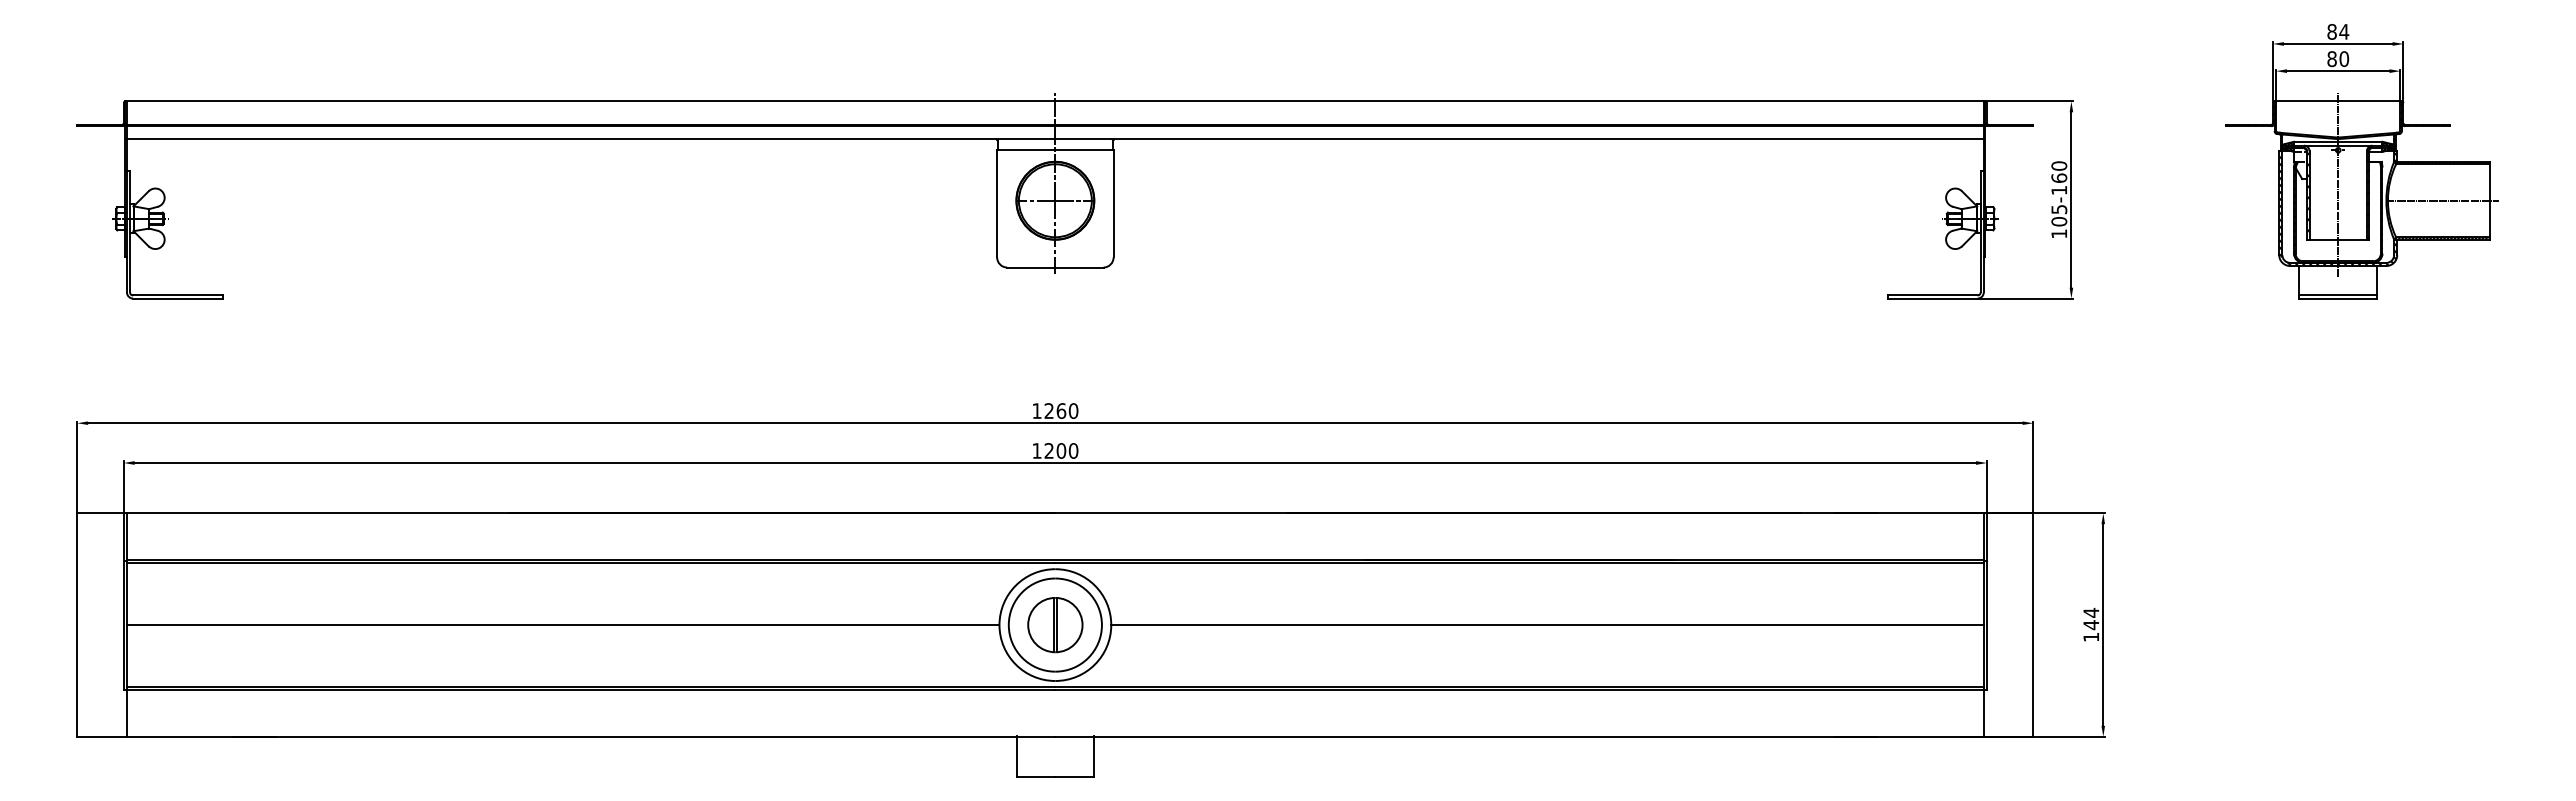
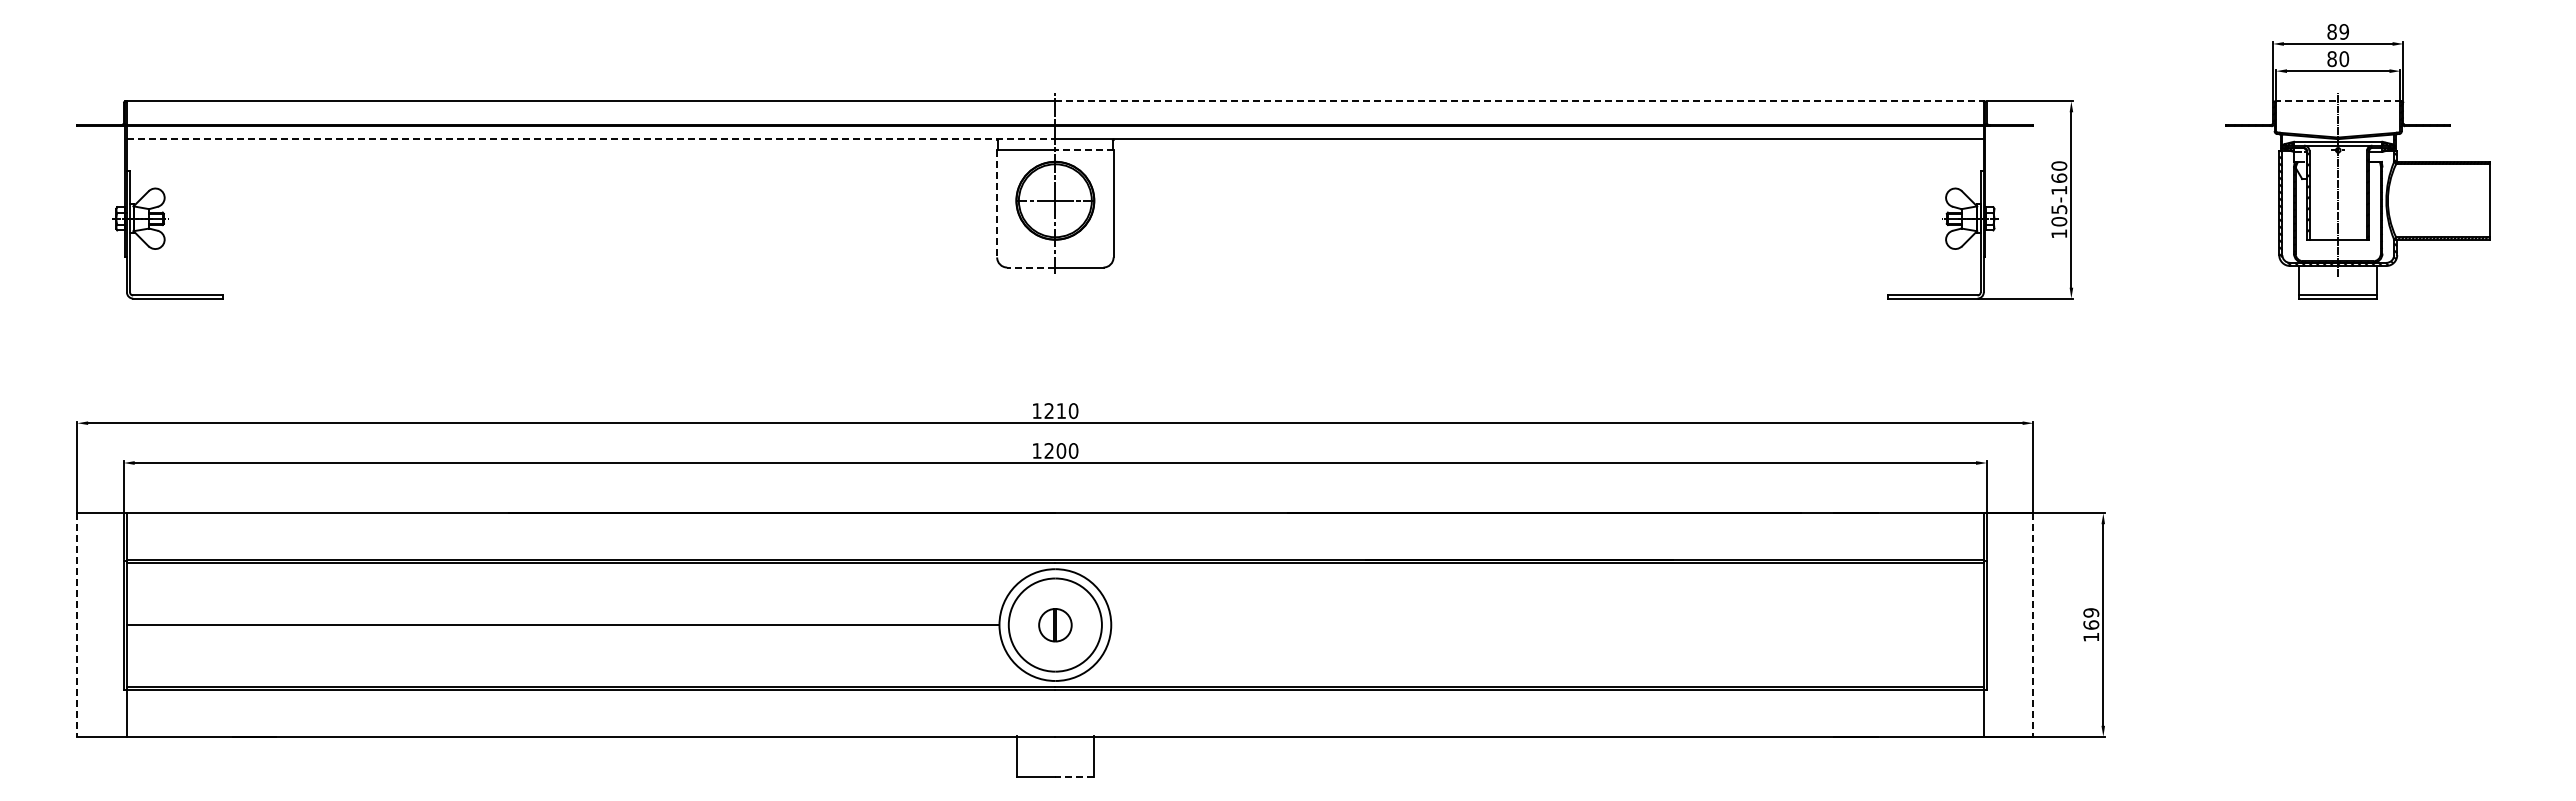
text at (2344, 31): 84 -> 89
line at (1520, 101): solid -> dashed
line at (2338, 101): solid -> dashed
line at (591, 139): solid -> dashed
line at (1083, 149): solid -> dashed
line at (2442, 200): present -> none
line at (997, 203): solid -> dashed
line at (1030, 267): solid -> dashed
text at (1061, 411): 1260 -> 1210
text at (2091, 618): 144 -> 169
line at (77, 625): solid -> dashed
part at (1055, 625) size: 57x57 px -> 35x35 px
line at (1547, 625): present -> none
line at (2033, 625): solid -> dashed
line at (1074, 777): solid -> dashed
